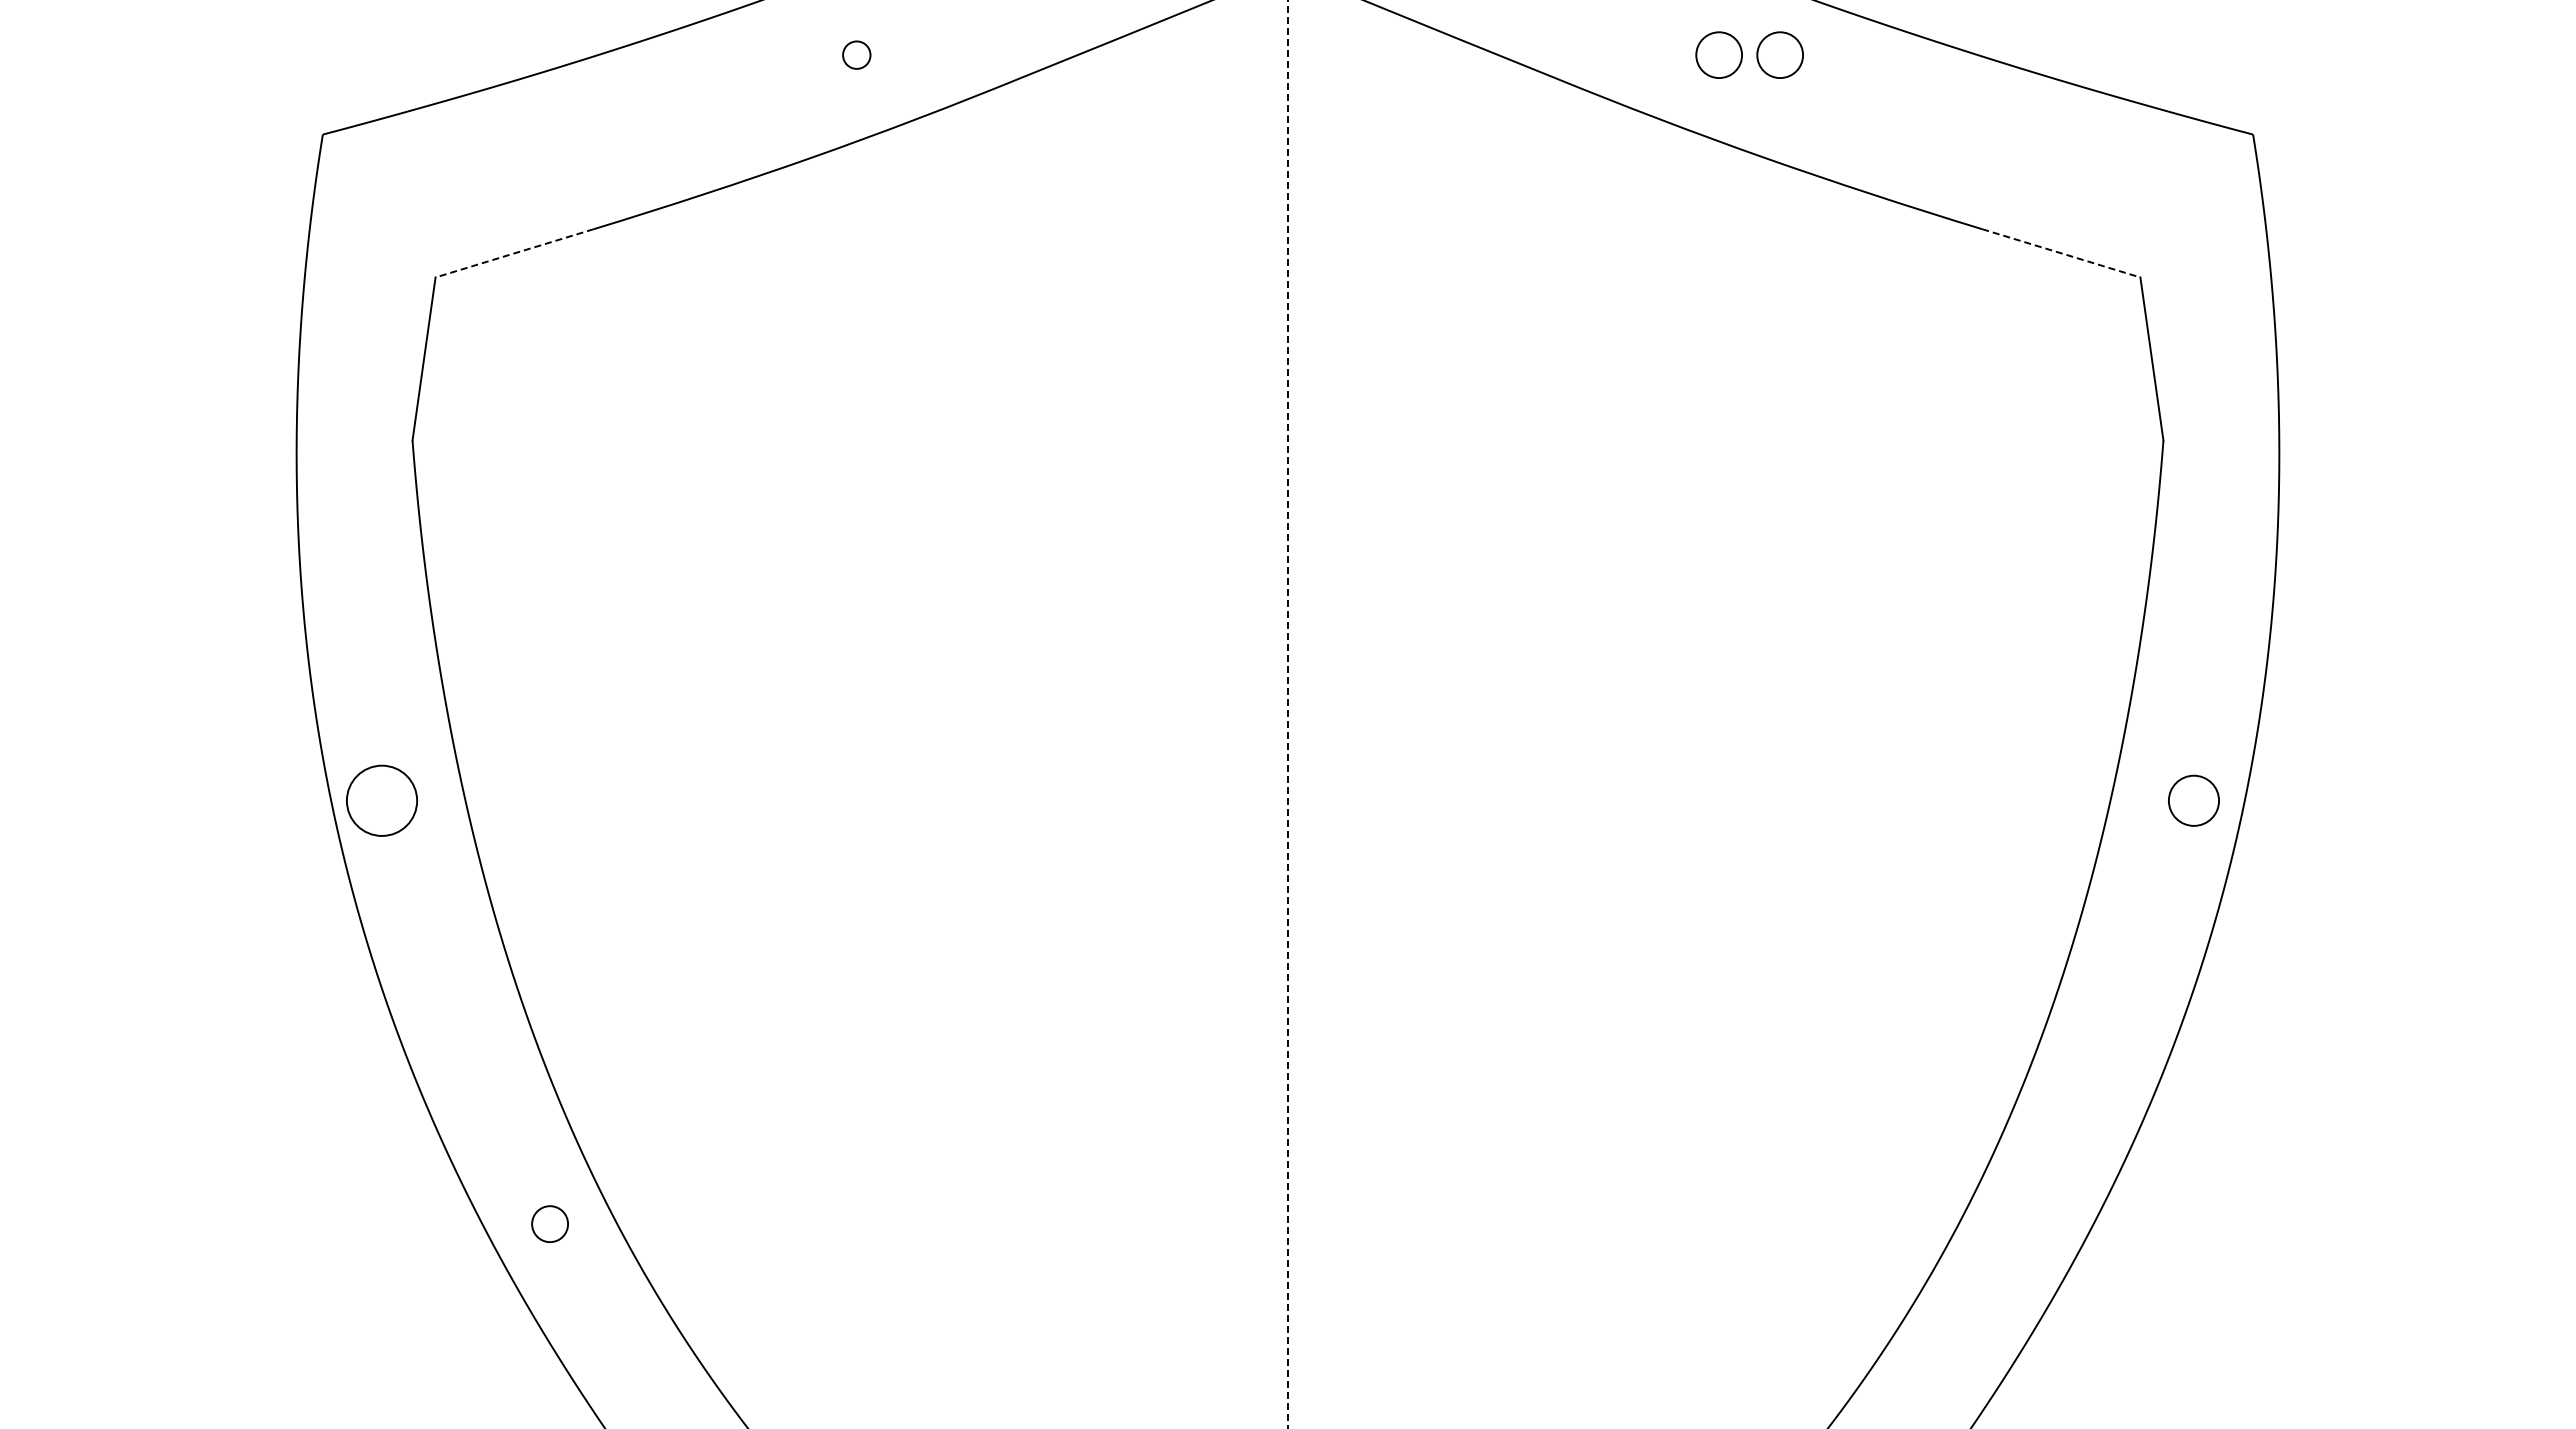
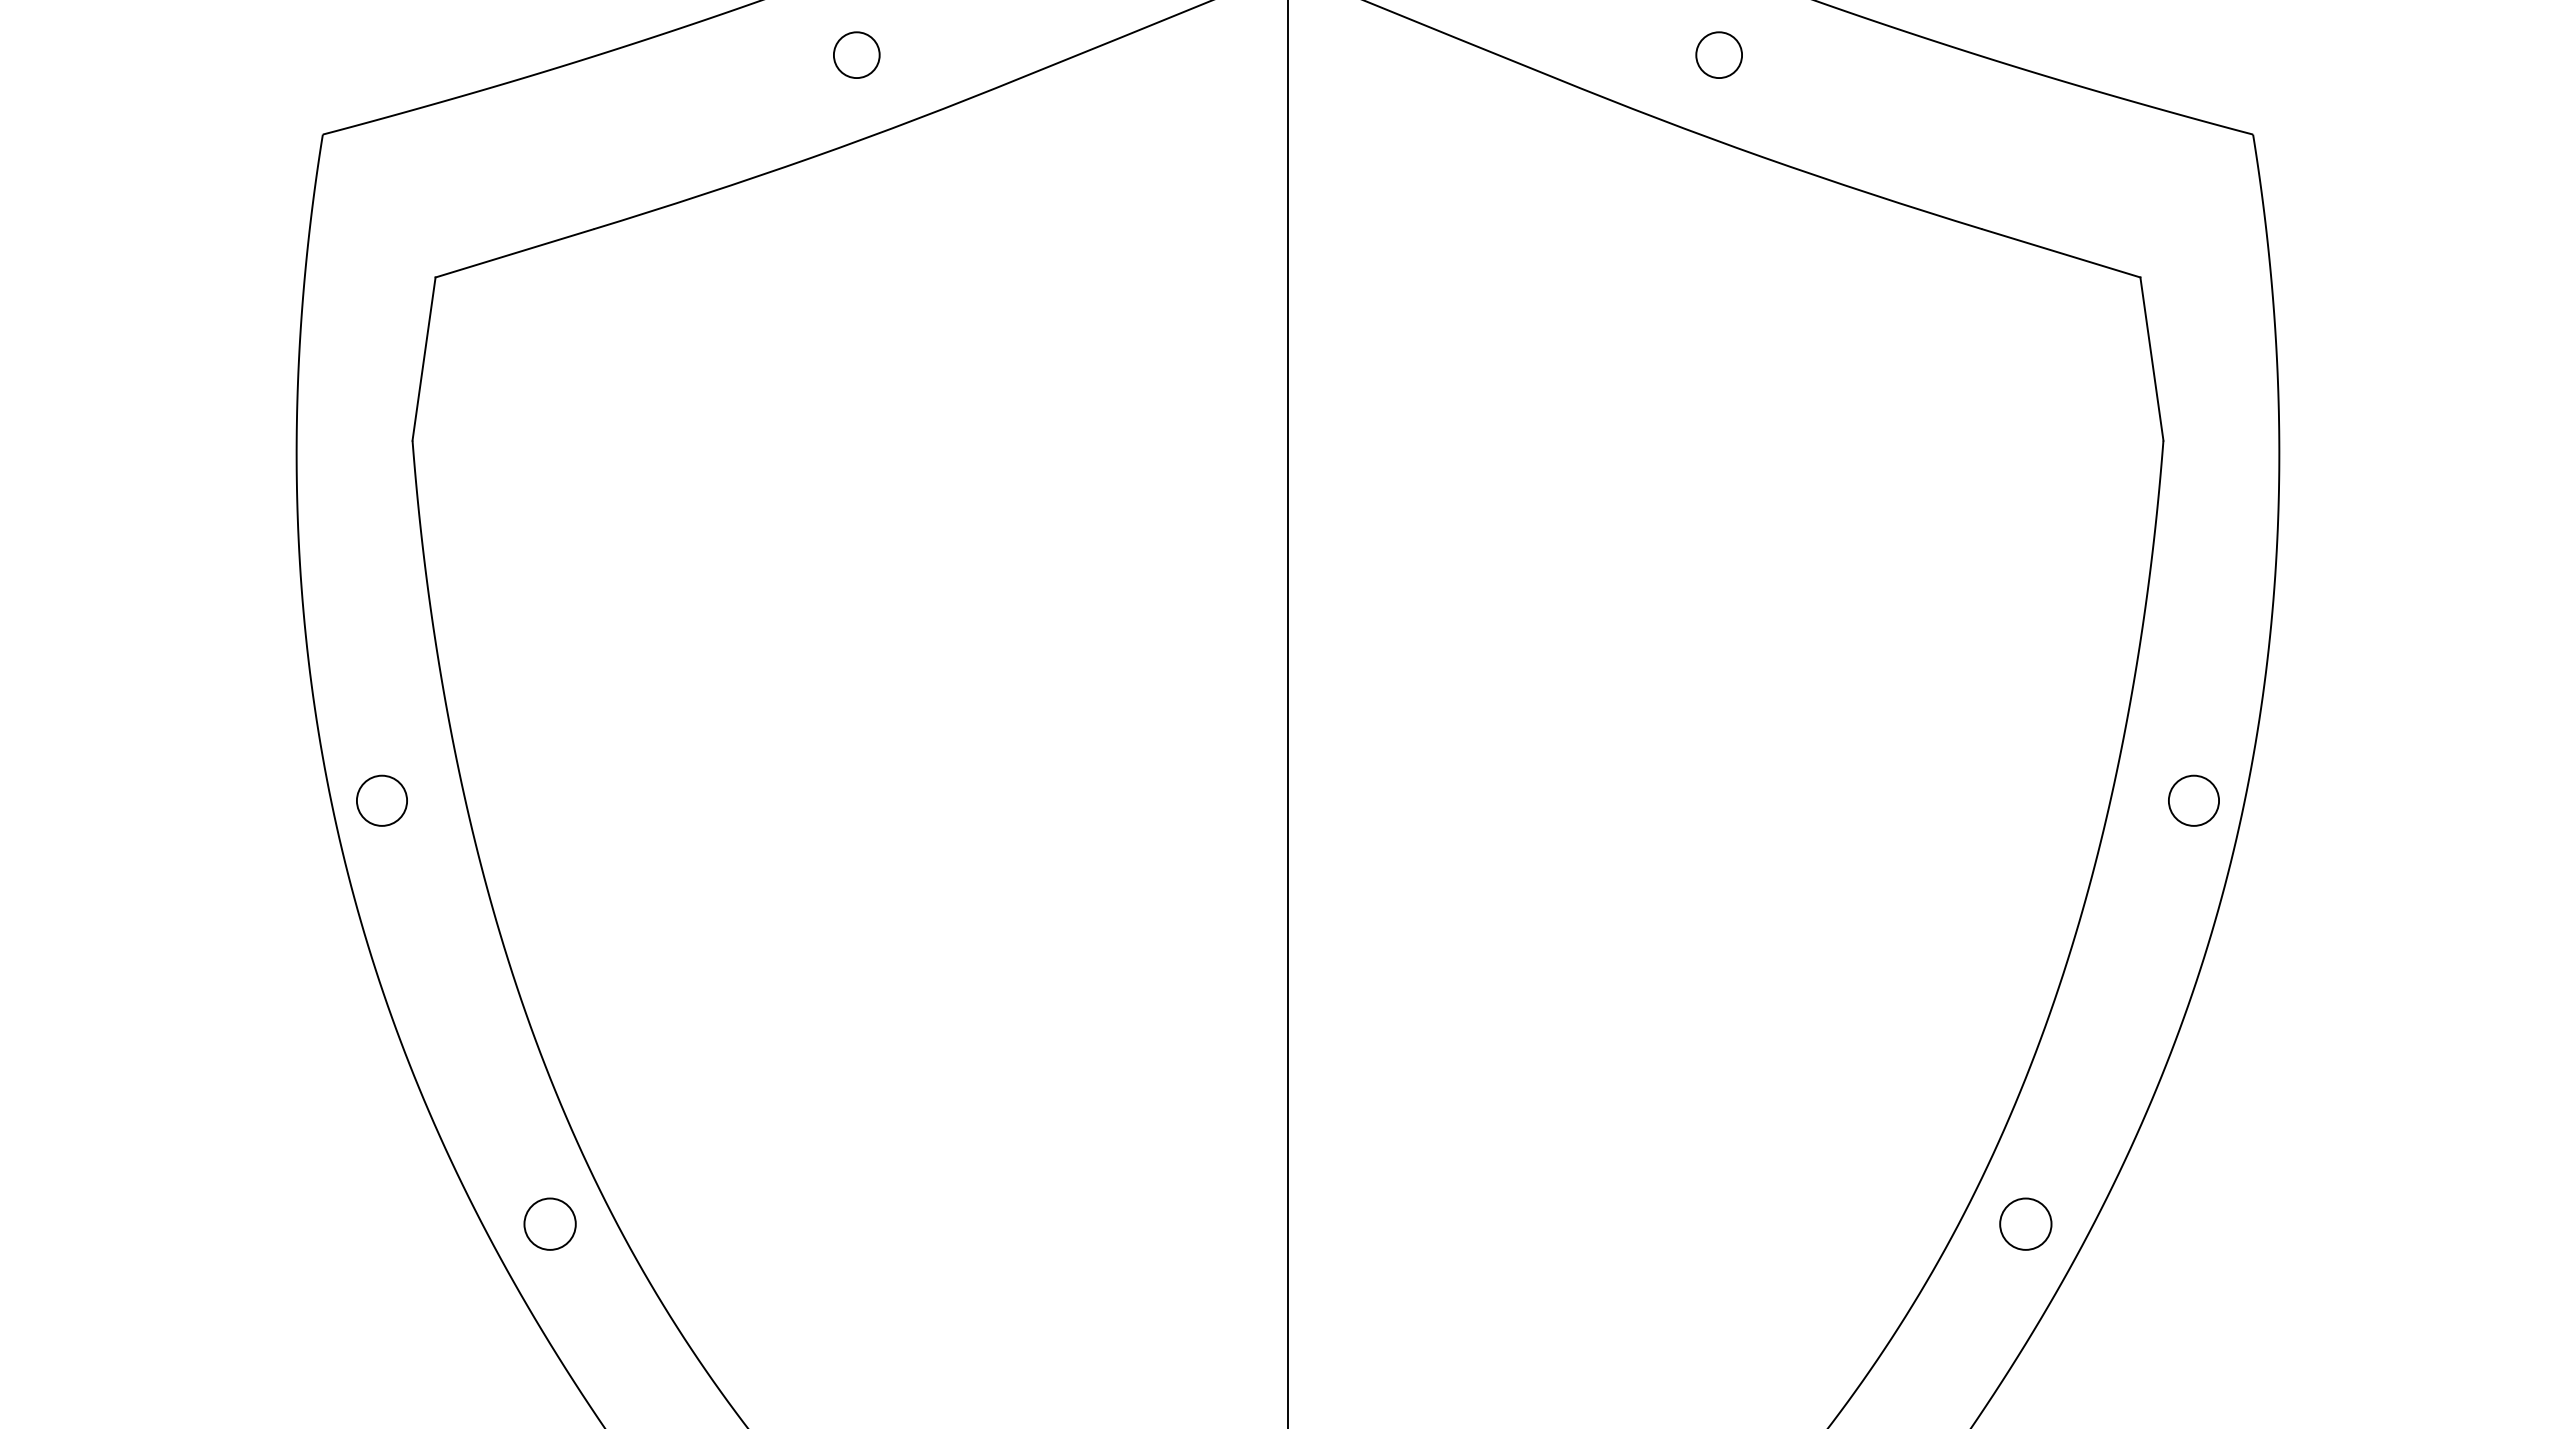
circle at (856, 54) diameter: 27 px -> 46 px
circle at (1779, 54): present -> none
line at (514, 253): dashed -> solid
line at (2061, 253): dashed -> solid
line at (1288, 713): dashed -> solid
circle at (381, 800) diameter: 70 px -> 50 px
circle at (549, 1223) size: 38x38 px -> 54x54 px
circle at (2025, 1223): none -> present
